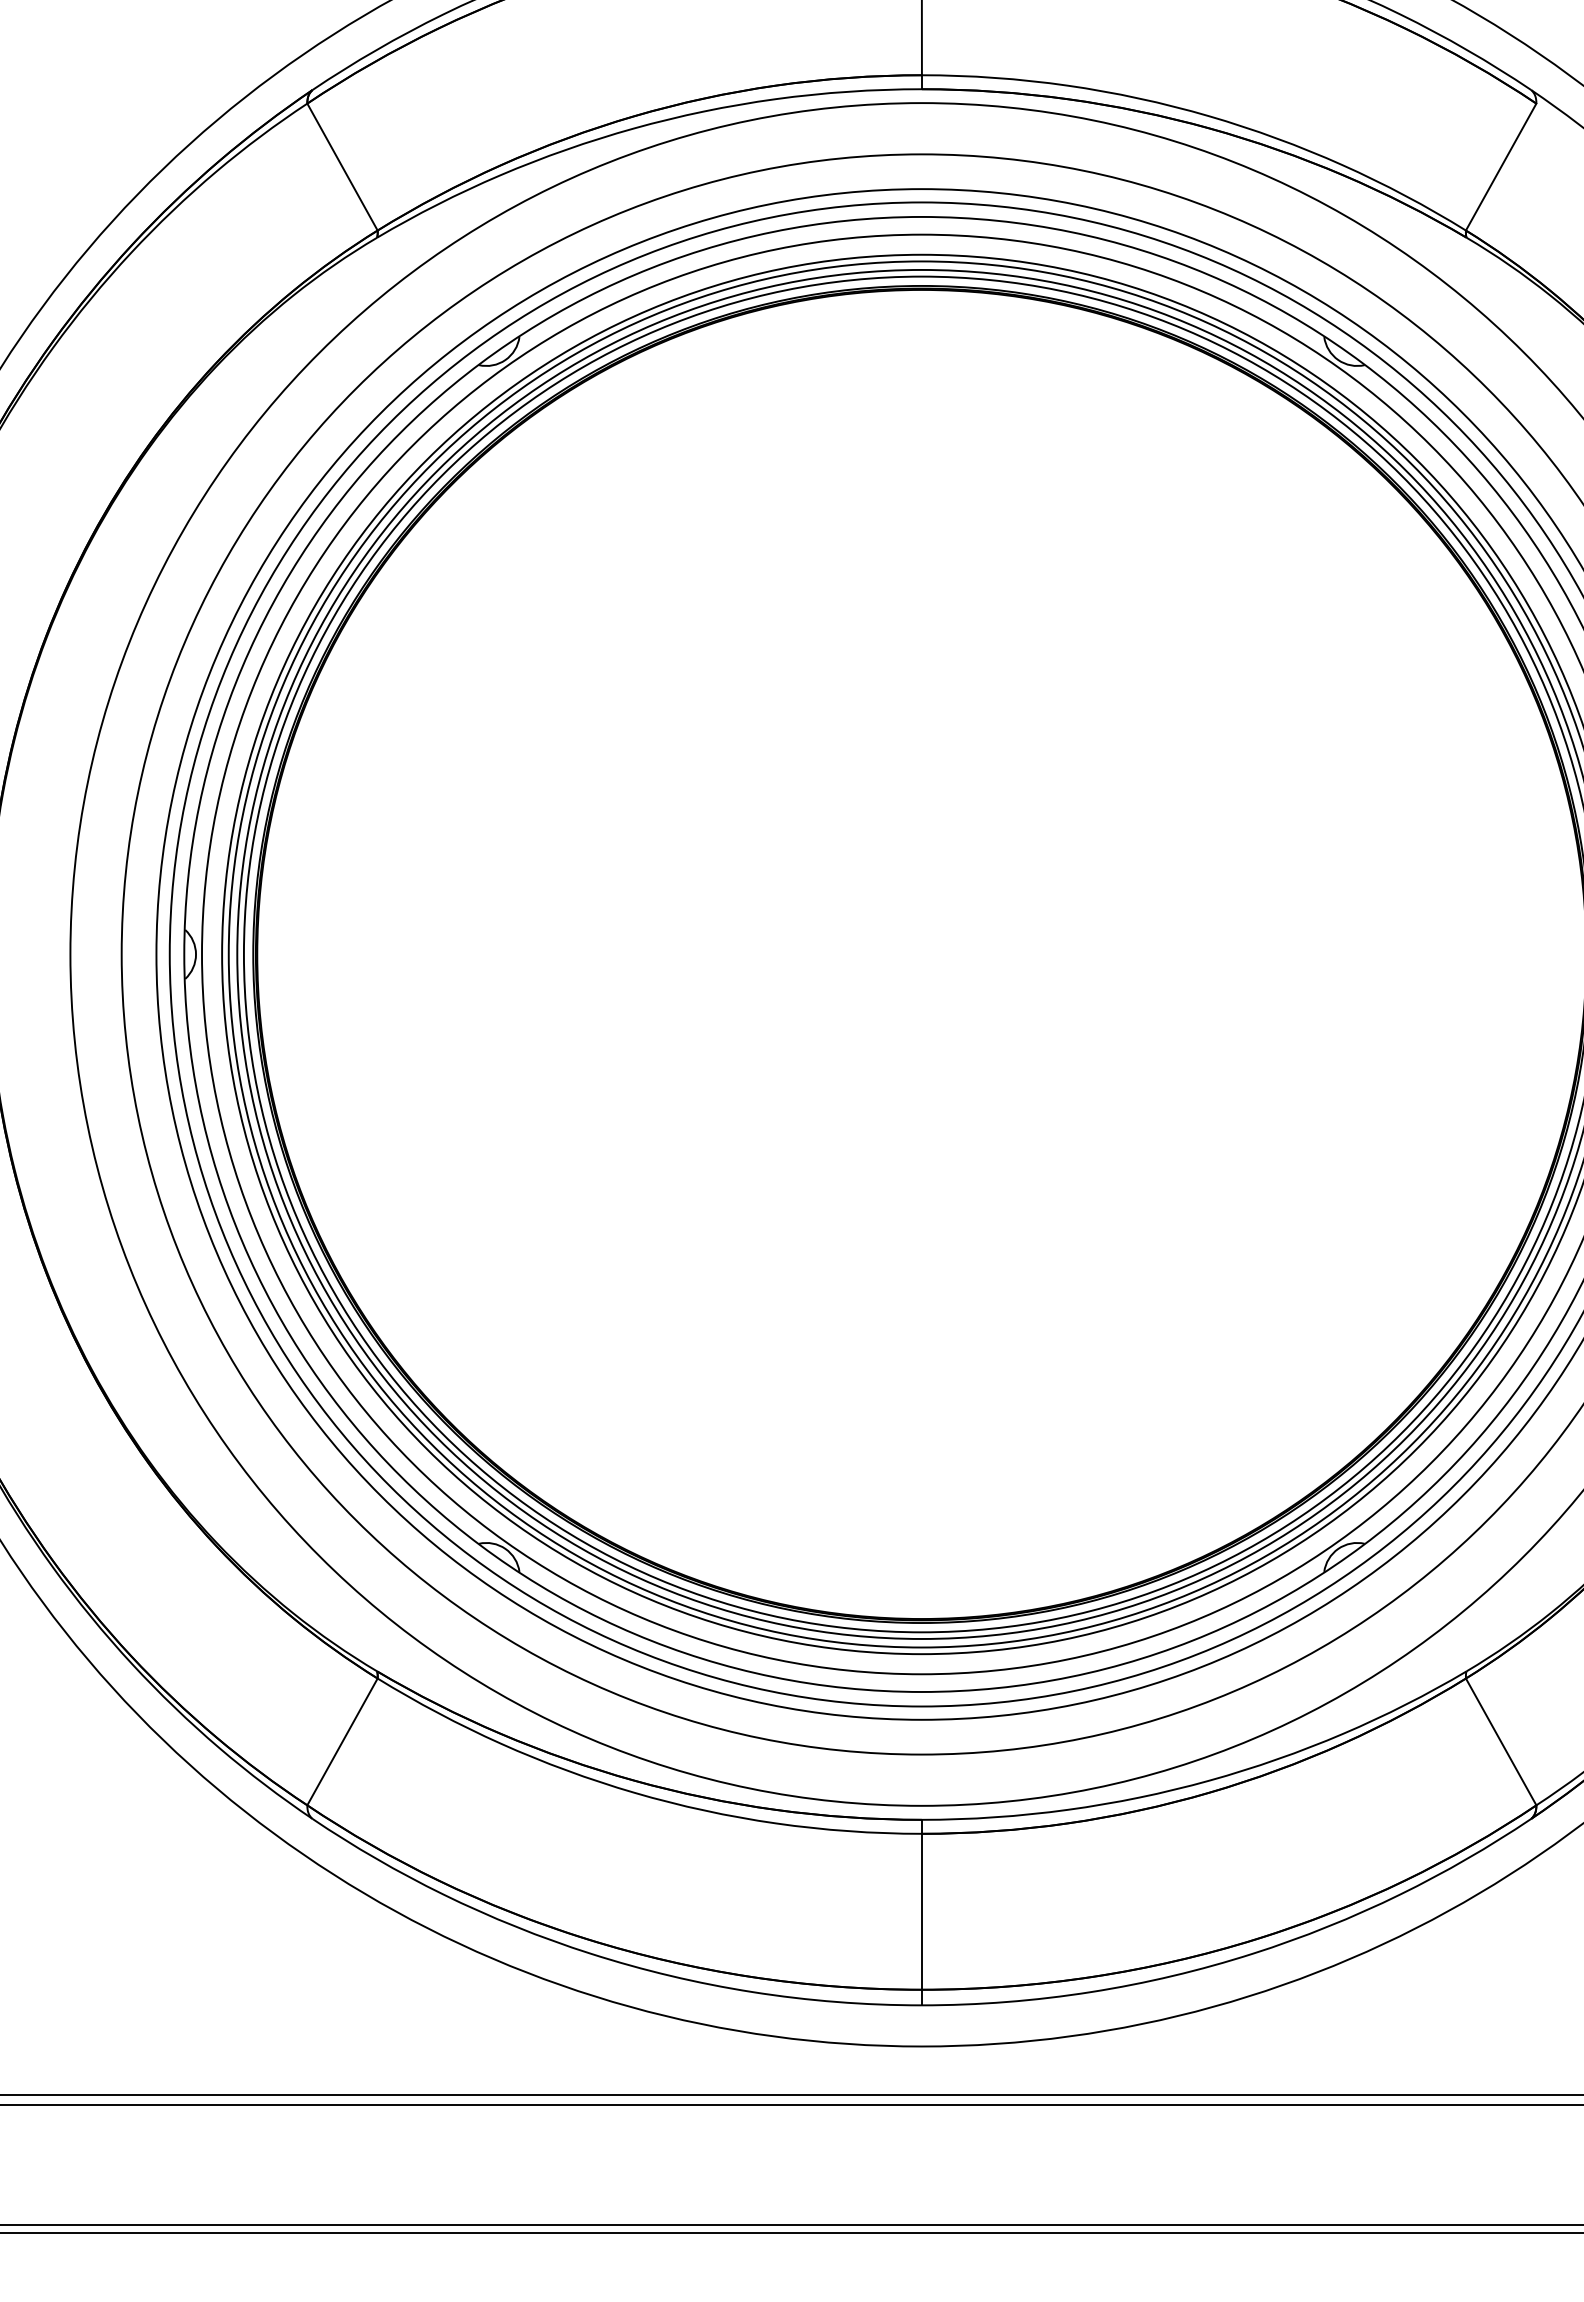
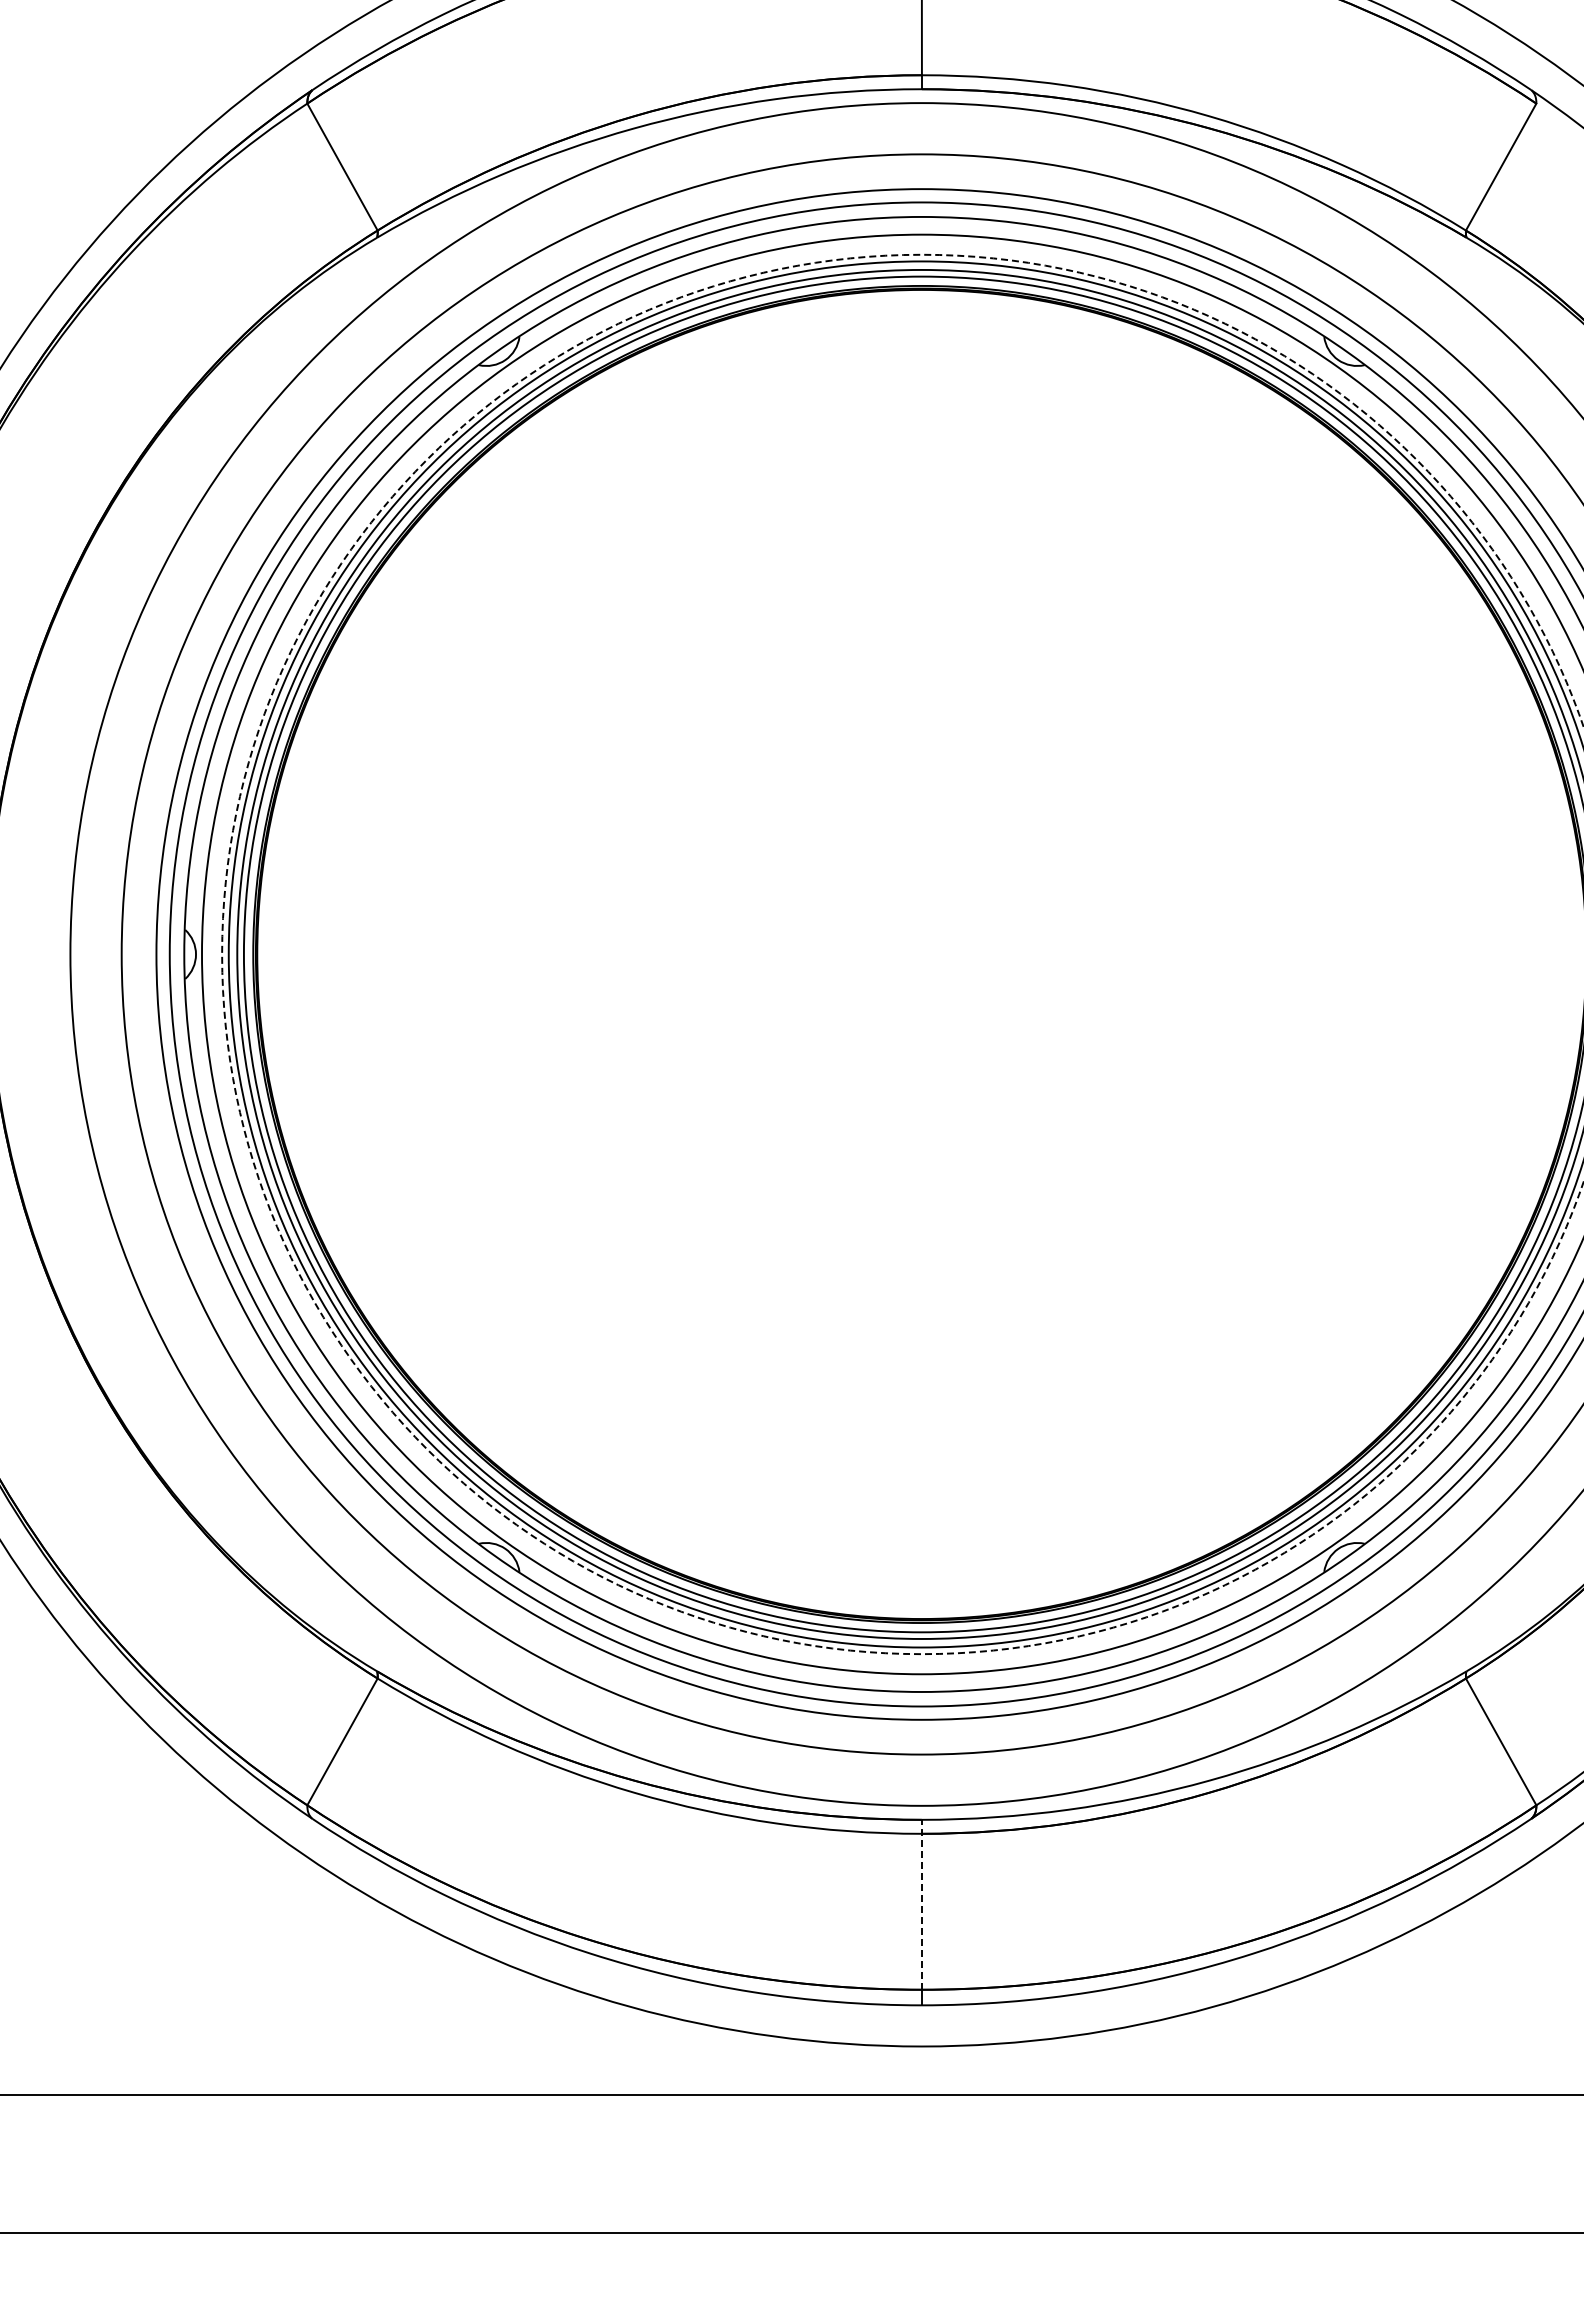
circle at (902, 954): solid -> dashed
line at (921, 1904): solid -> dashed
line at (791, 2104): present -> none
line at (791, 2224): present -> none
